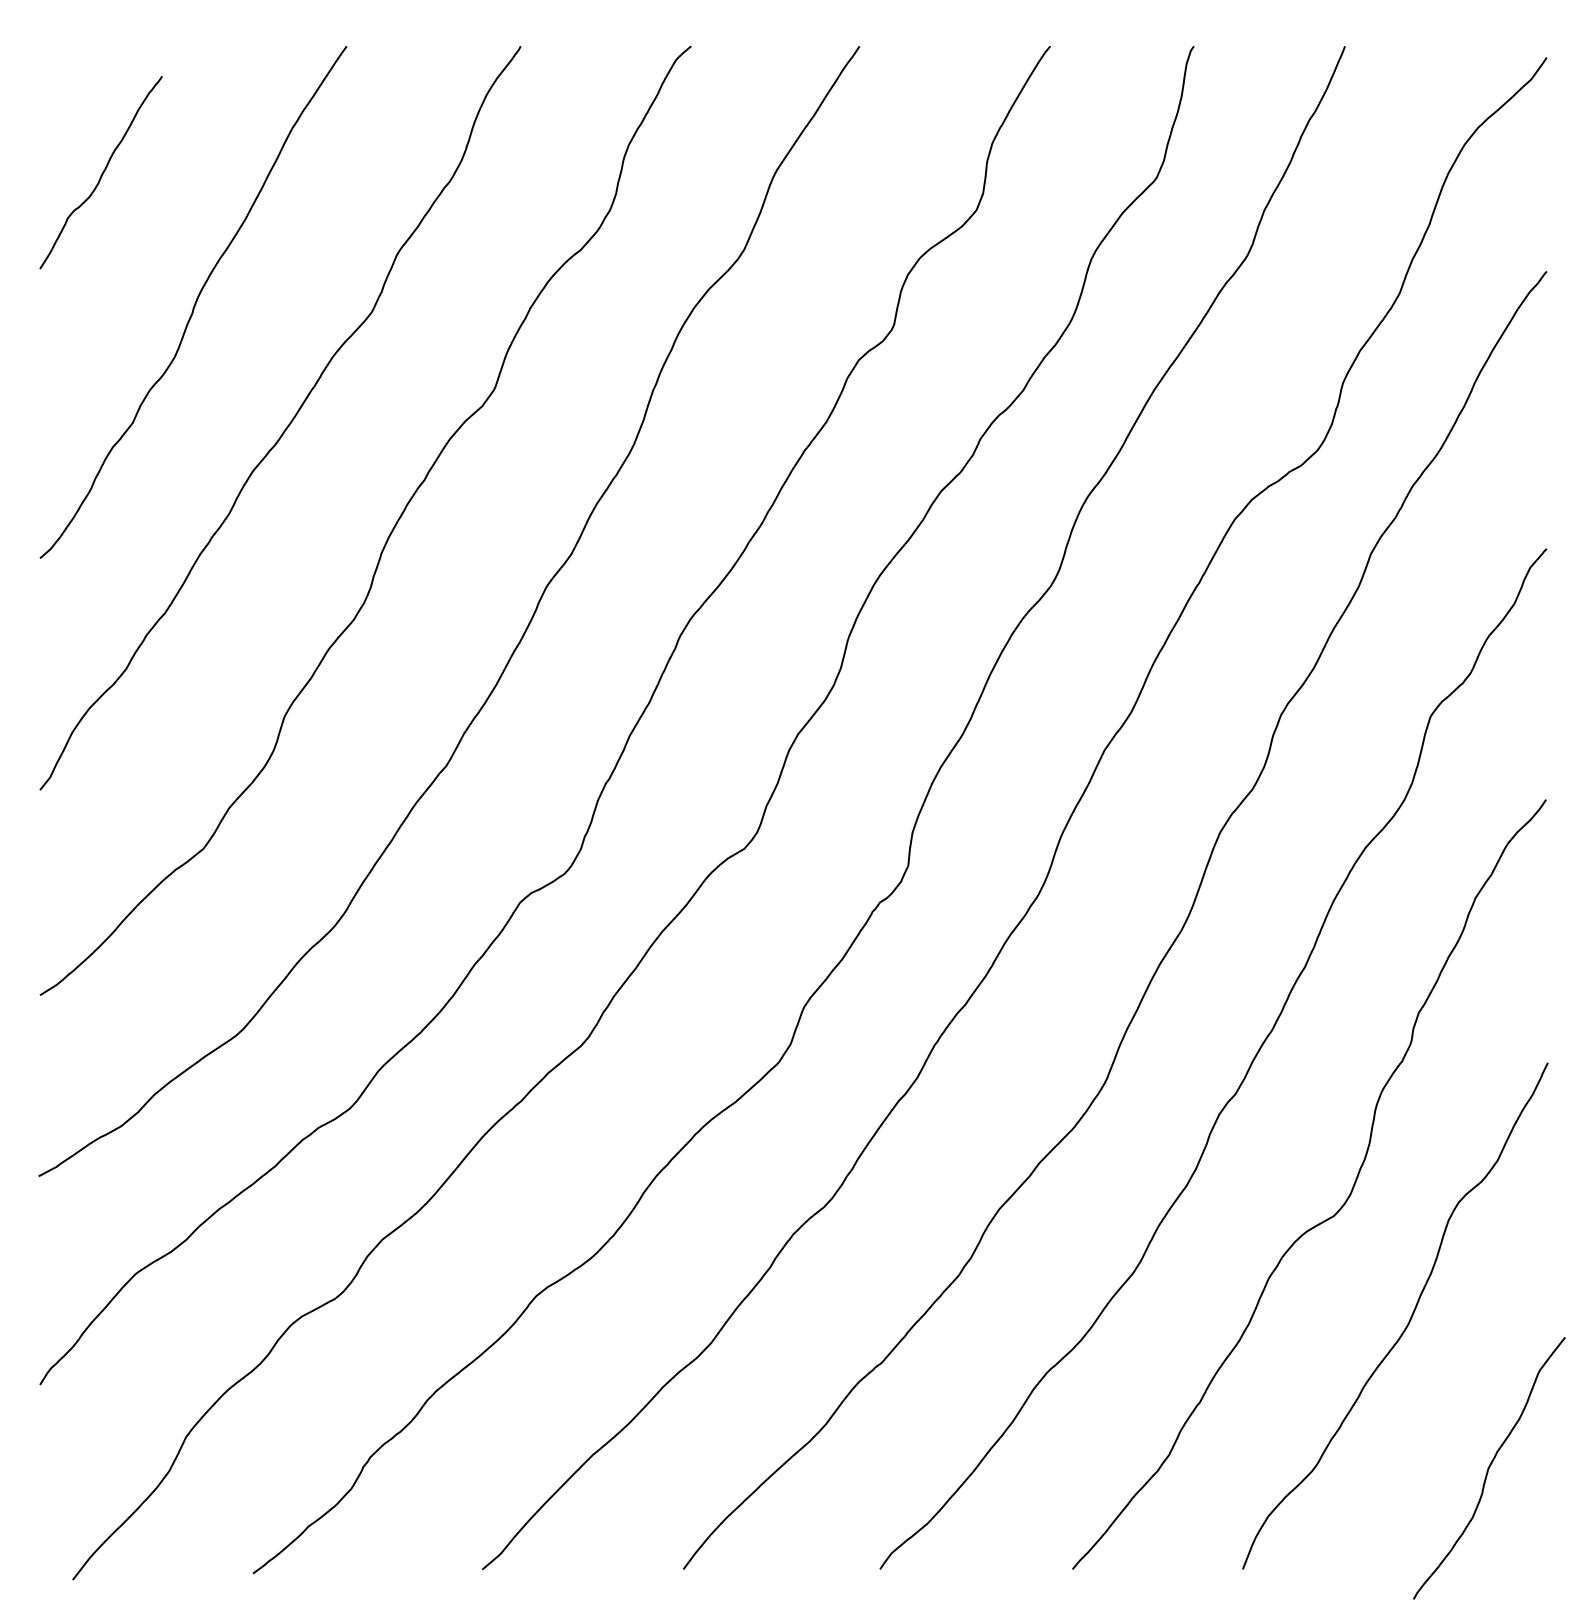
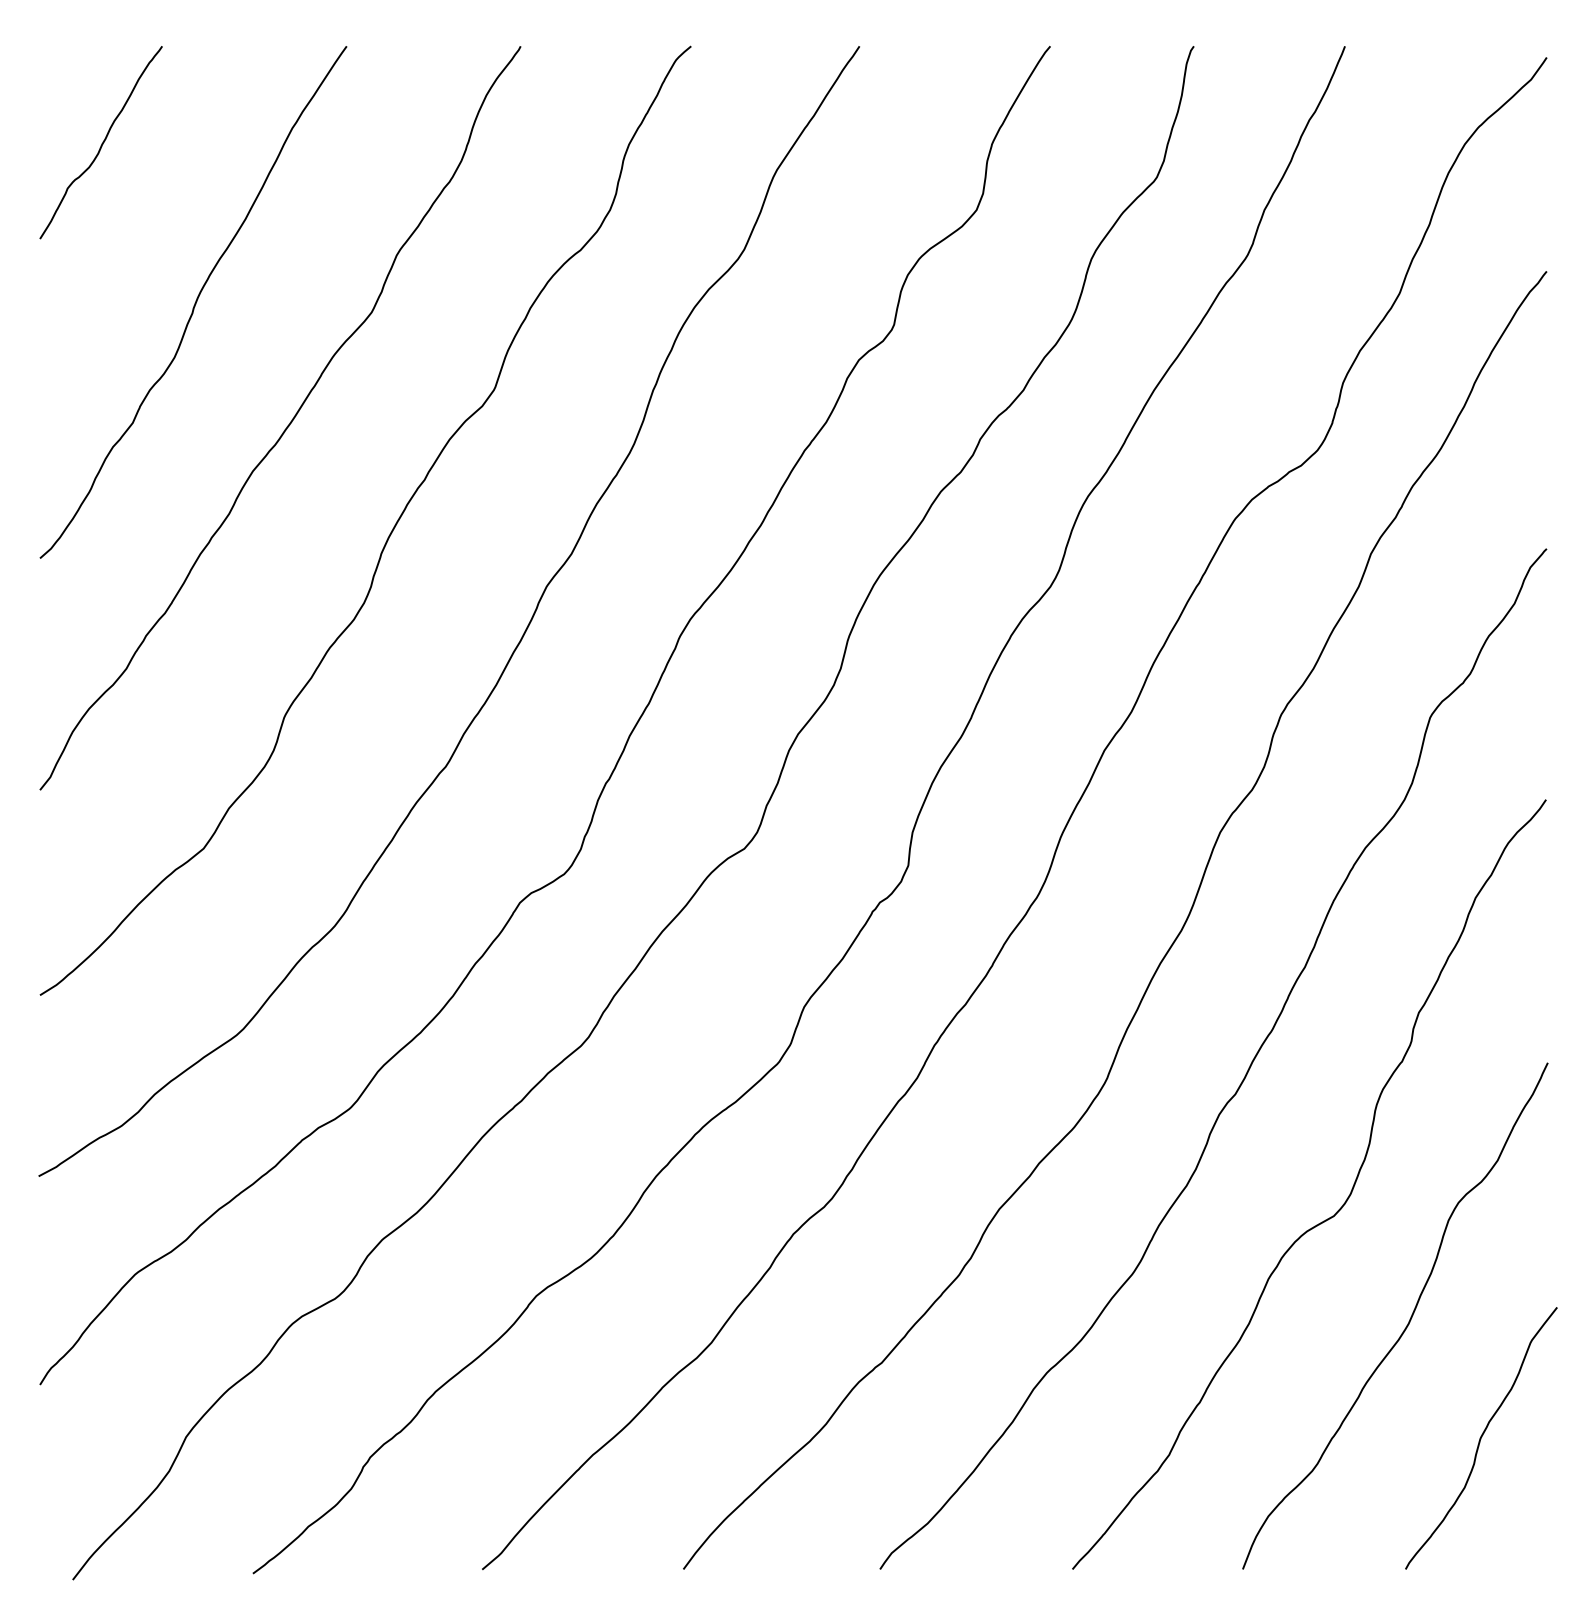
curve at (101, 173) position: (101, 173) -> (101, 143)
curve at (1489, 1468) position: (1489, 1468) -> (1481, 1438)
